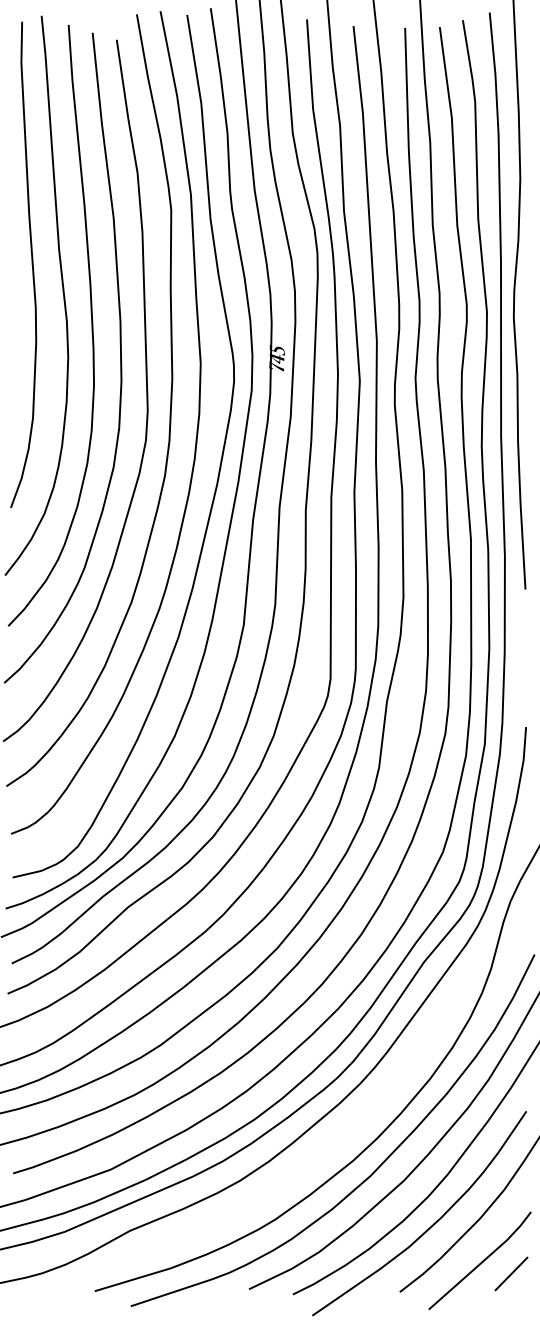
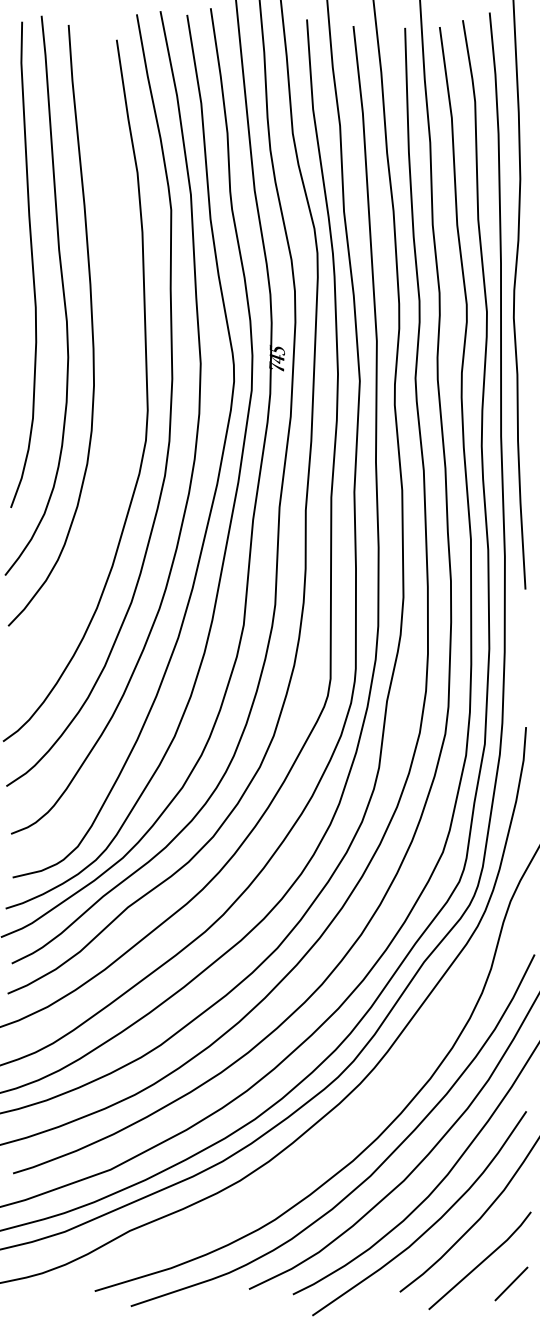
curve at (120, 357): present -> none
line at (511, 1273) position: (511, 1273) -> (511, 1283)
